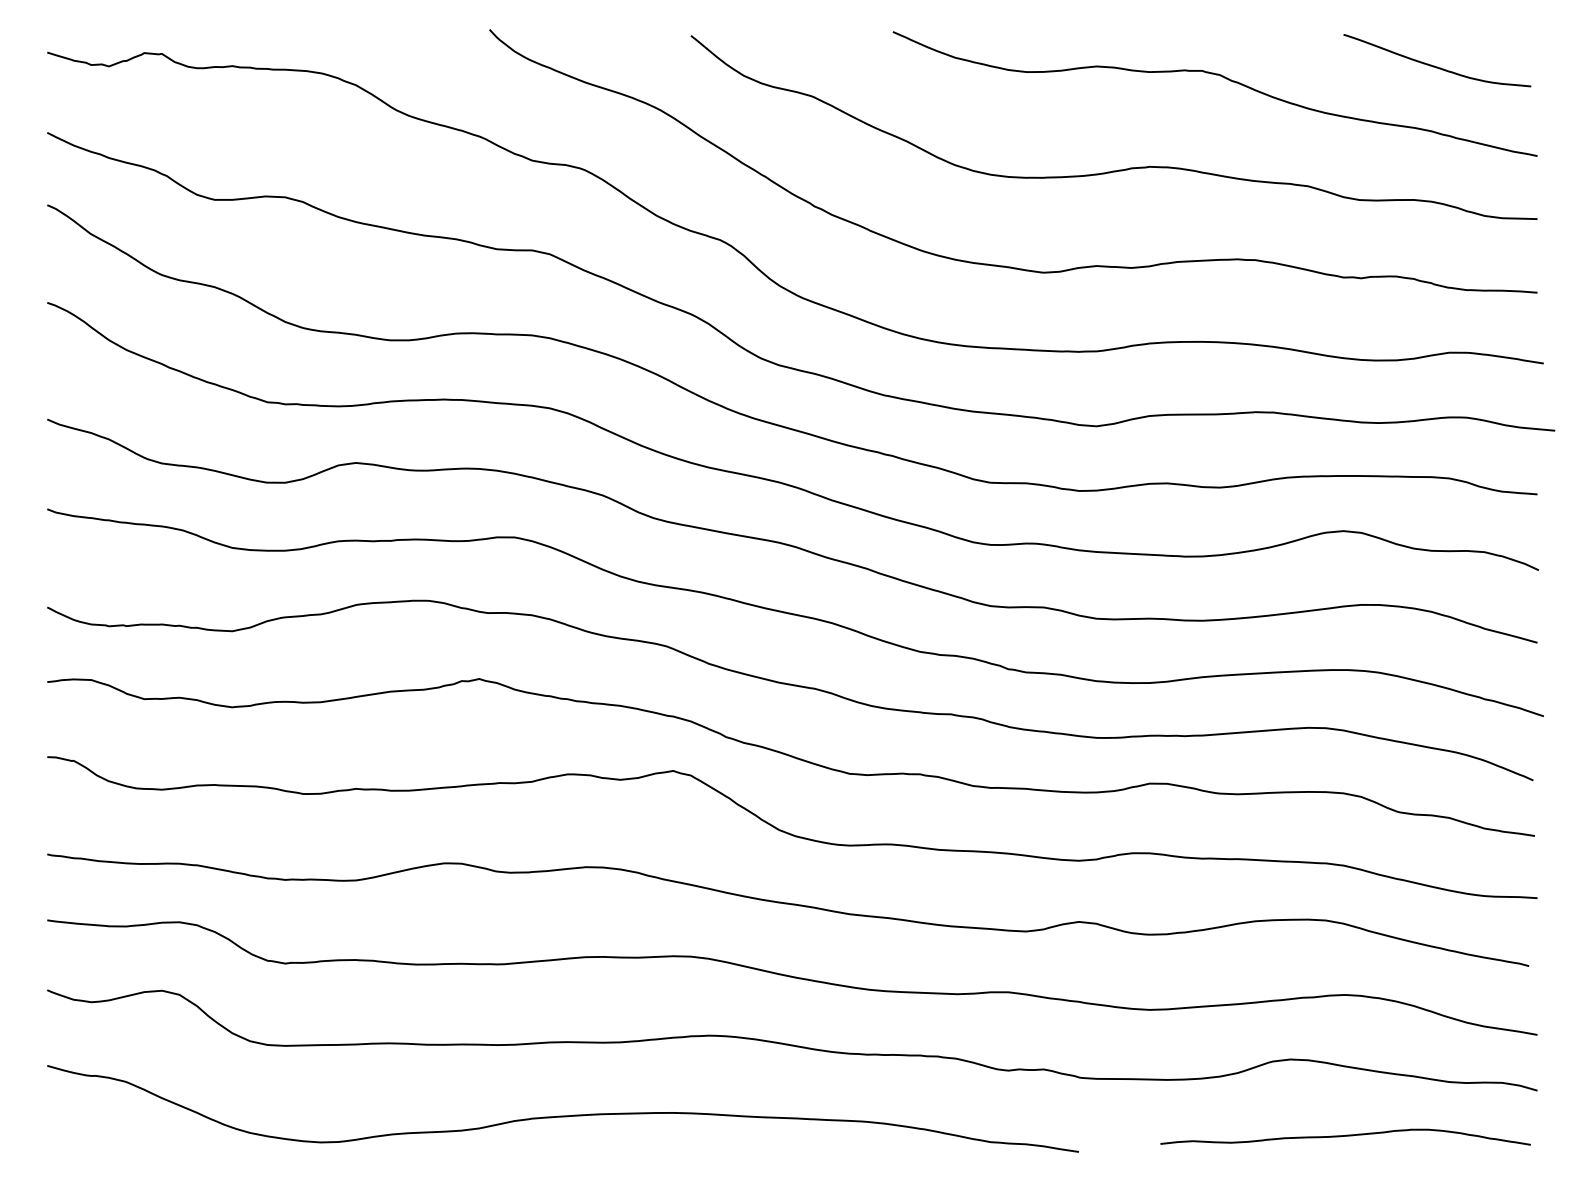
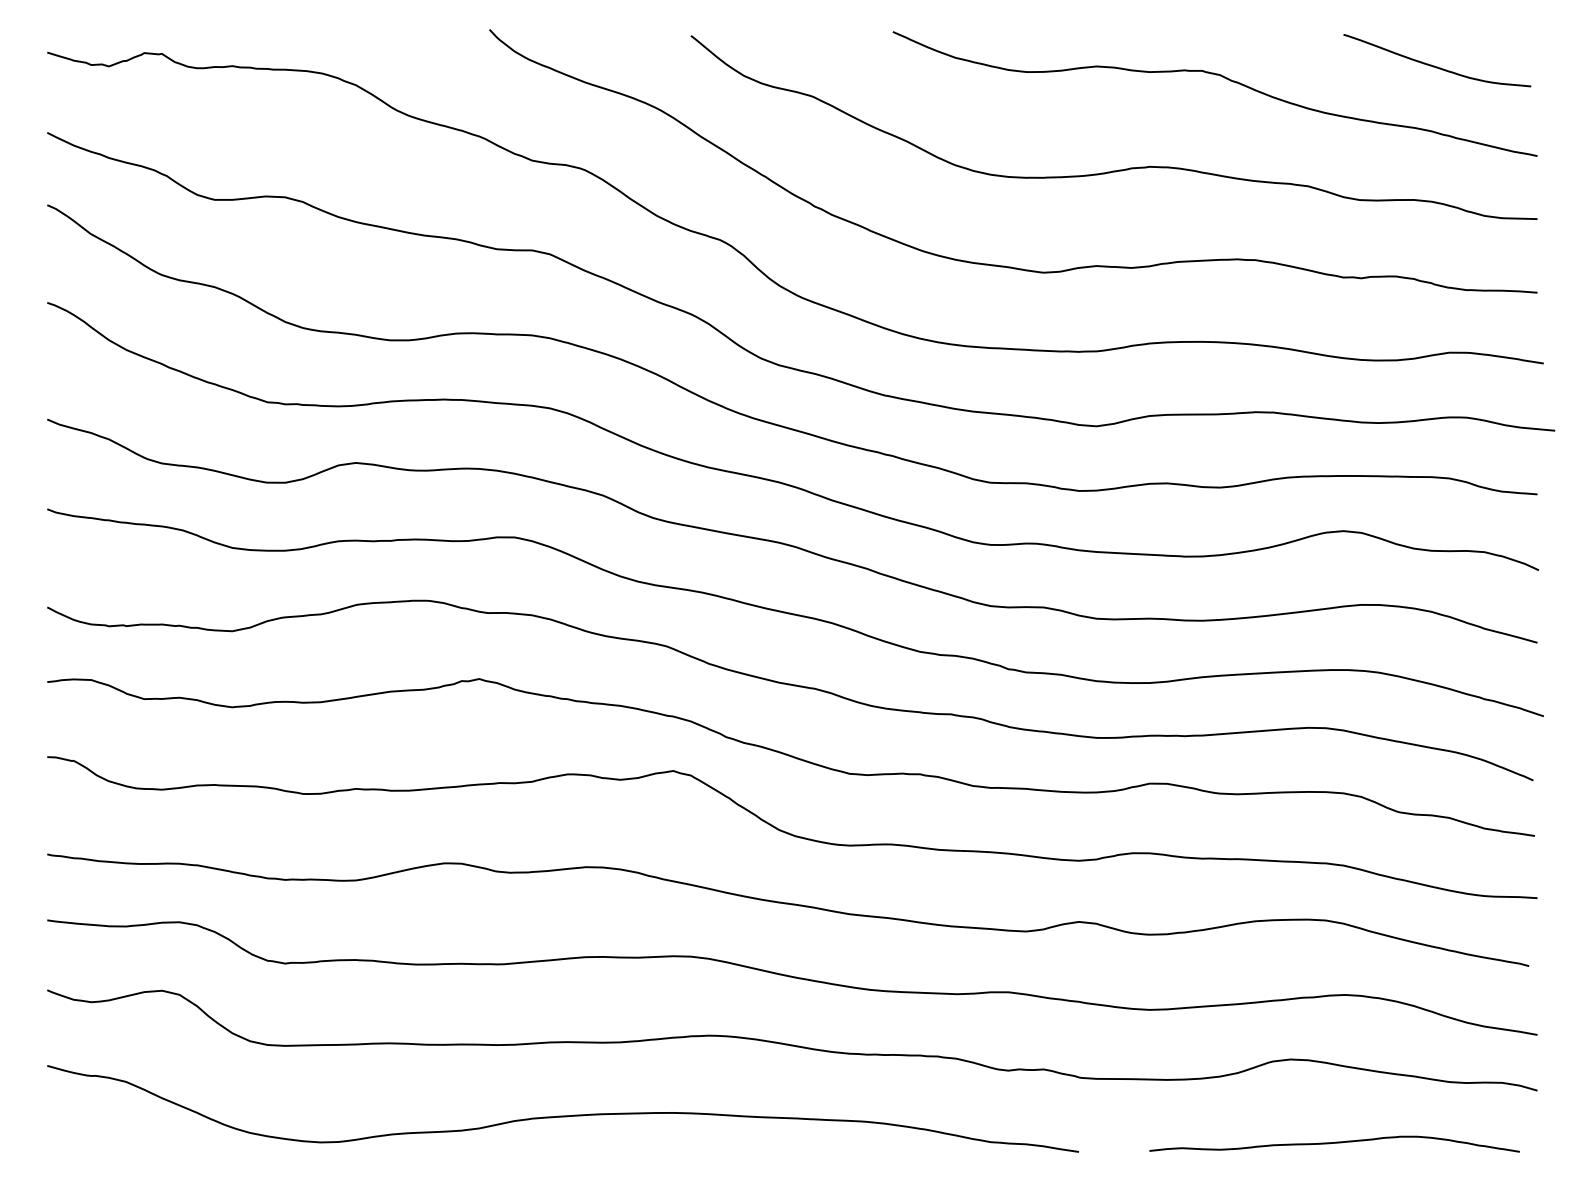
curve at (1345, 1136) position: (1345, 1136) -> (1334, 1143)
